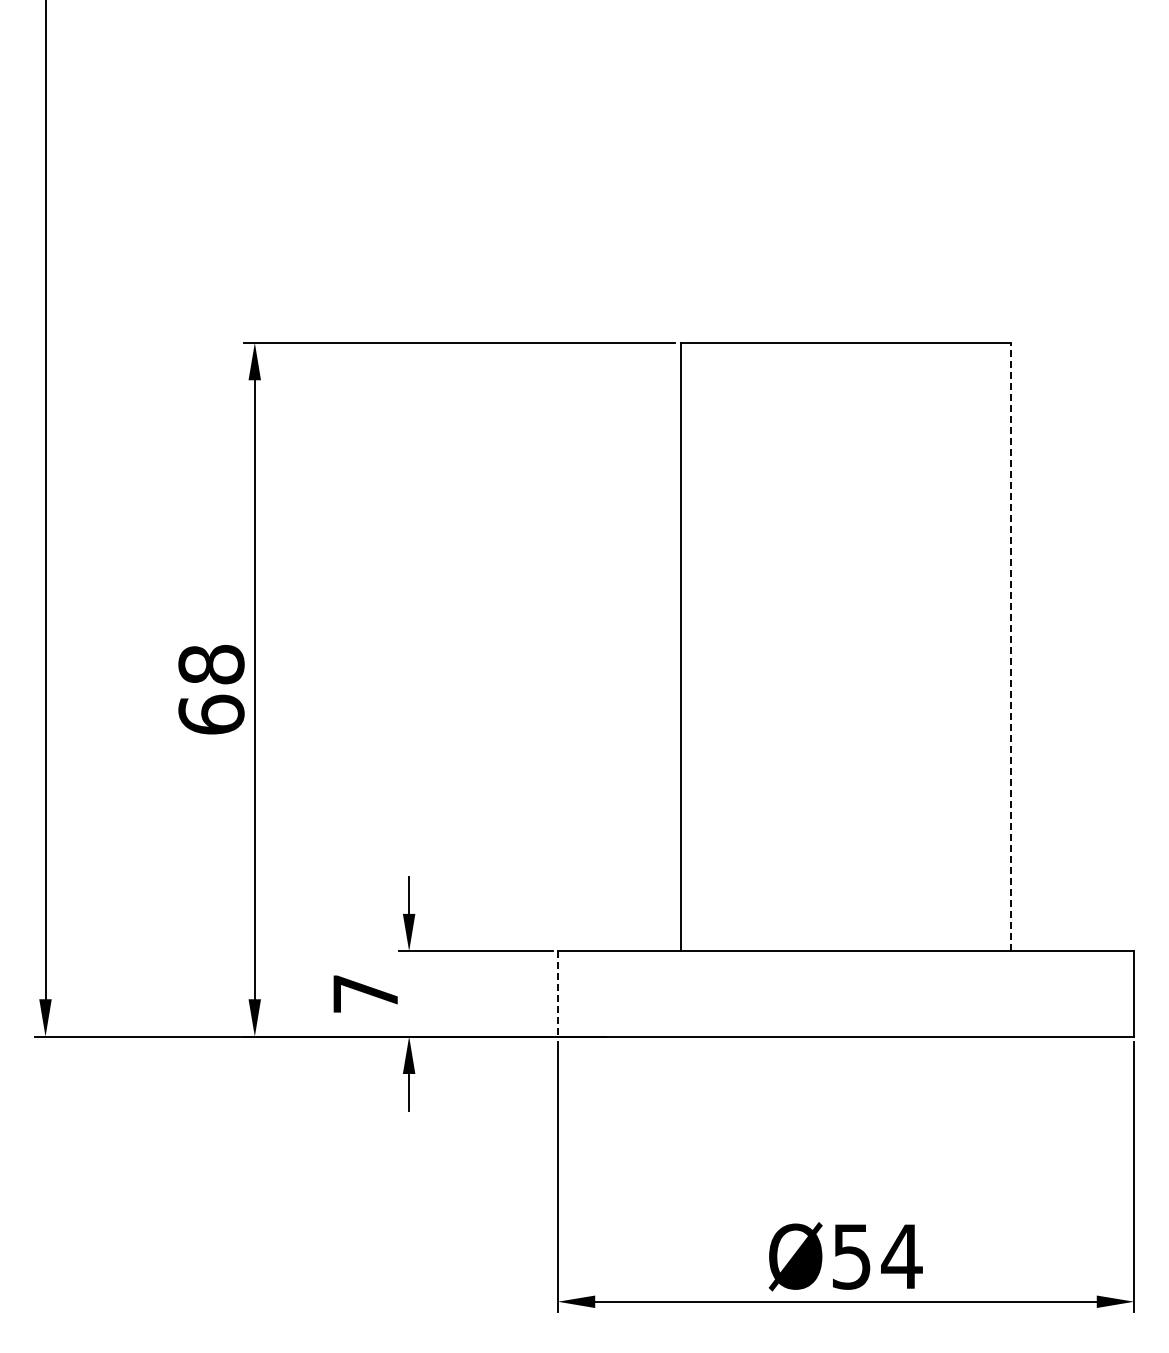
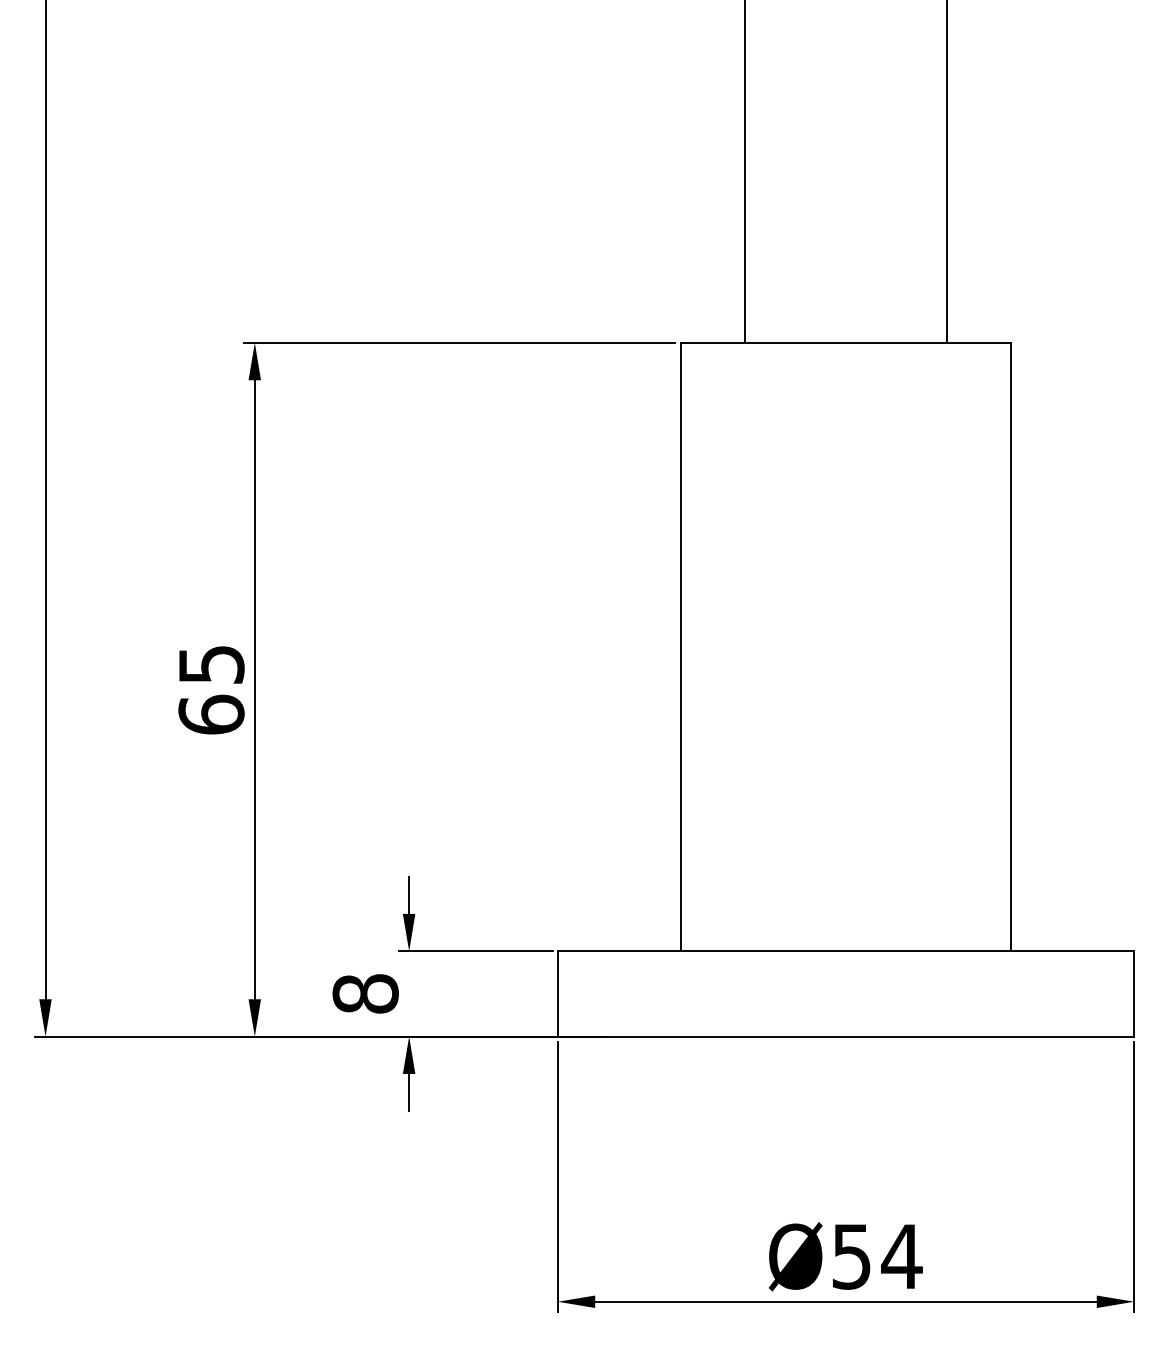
line at (744, 172): none -> present
line at (947, 172): none -> present
line at (1011, 646): dashed -> solid
text at (211, 664): 68 -> 65
text at (365, 993): 7 -> 8
line at (557, 993): dashed -> solid
